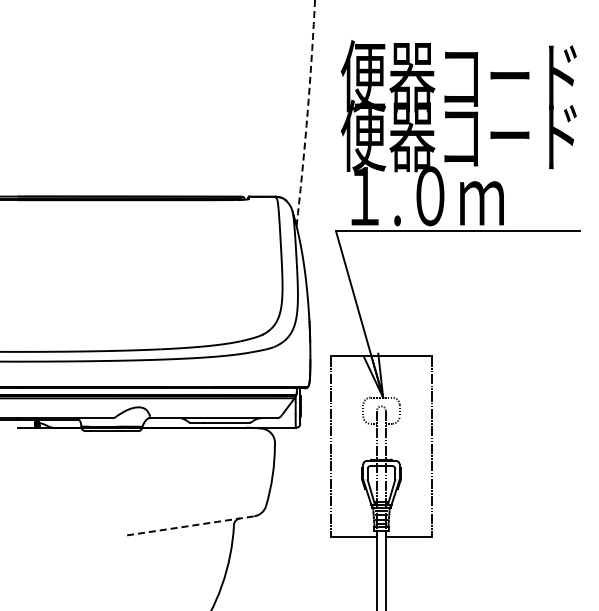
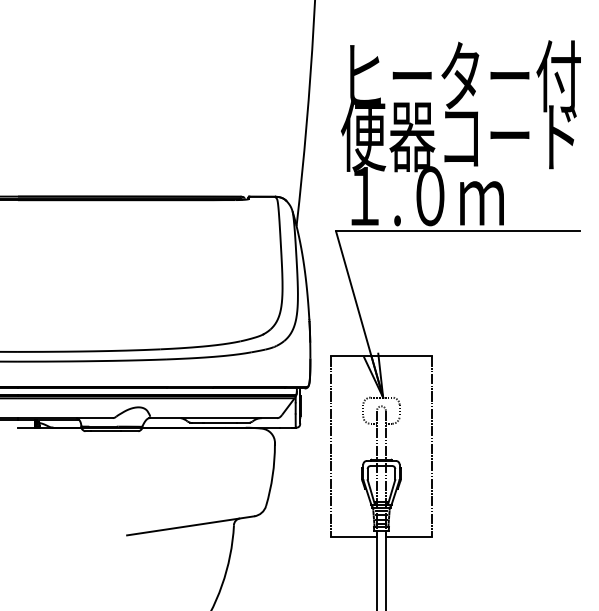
text at (460, 76): 便器コード -> ヒーター付
arc at (307, 113): dashed -> solid
line at (191, 525): dashed -> solid
